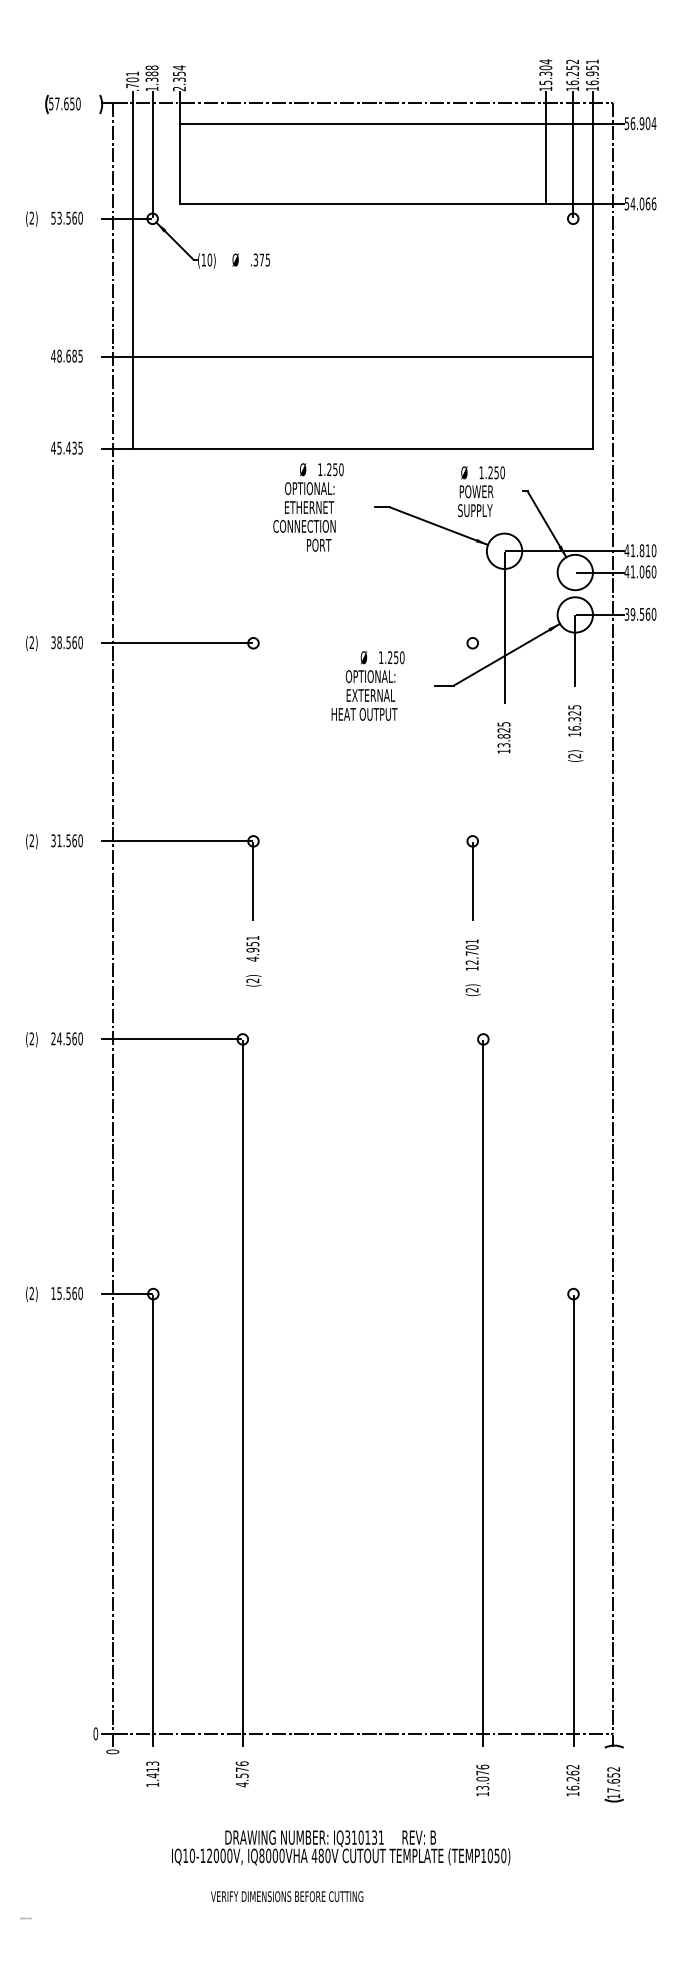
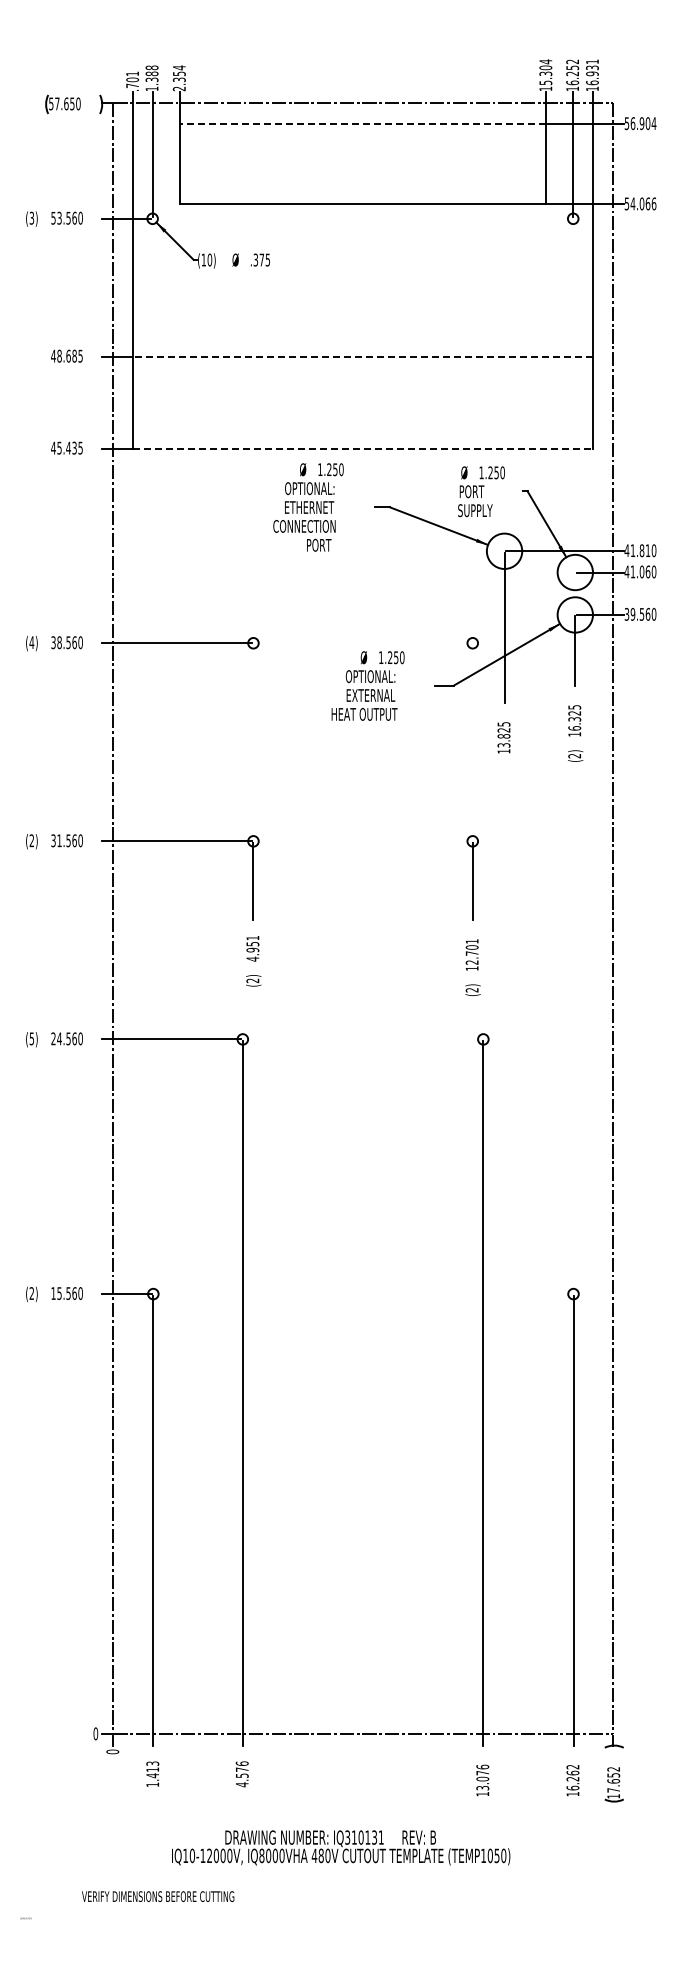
text at (591, 67): 16.951 -> 16.931
line at (362, 124): solid -> dashed
text at (31, 218): (2) -> (3)
line at (363, 356): solid -> dashed
line at (363, 448): solid -> dashed
text at (482, 491): POWER -> PORT
text at (31, 642): (2) -> (4)
text at (31, 1038): (2) -> (5)
text at (287, 1896) position: (287, 1896) -> (158, 1896)
